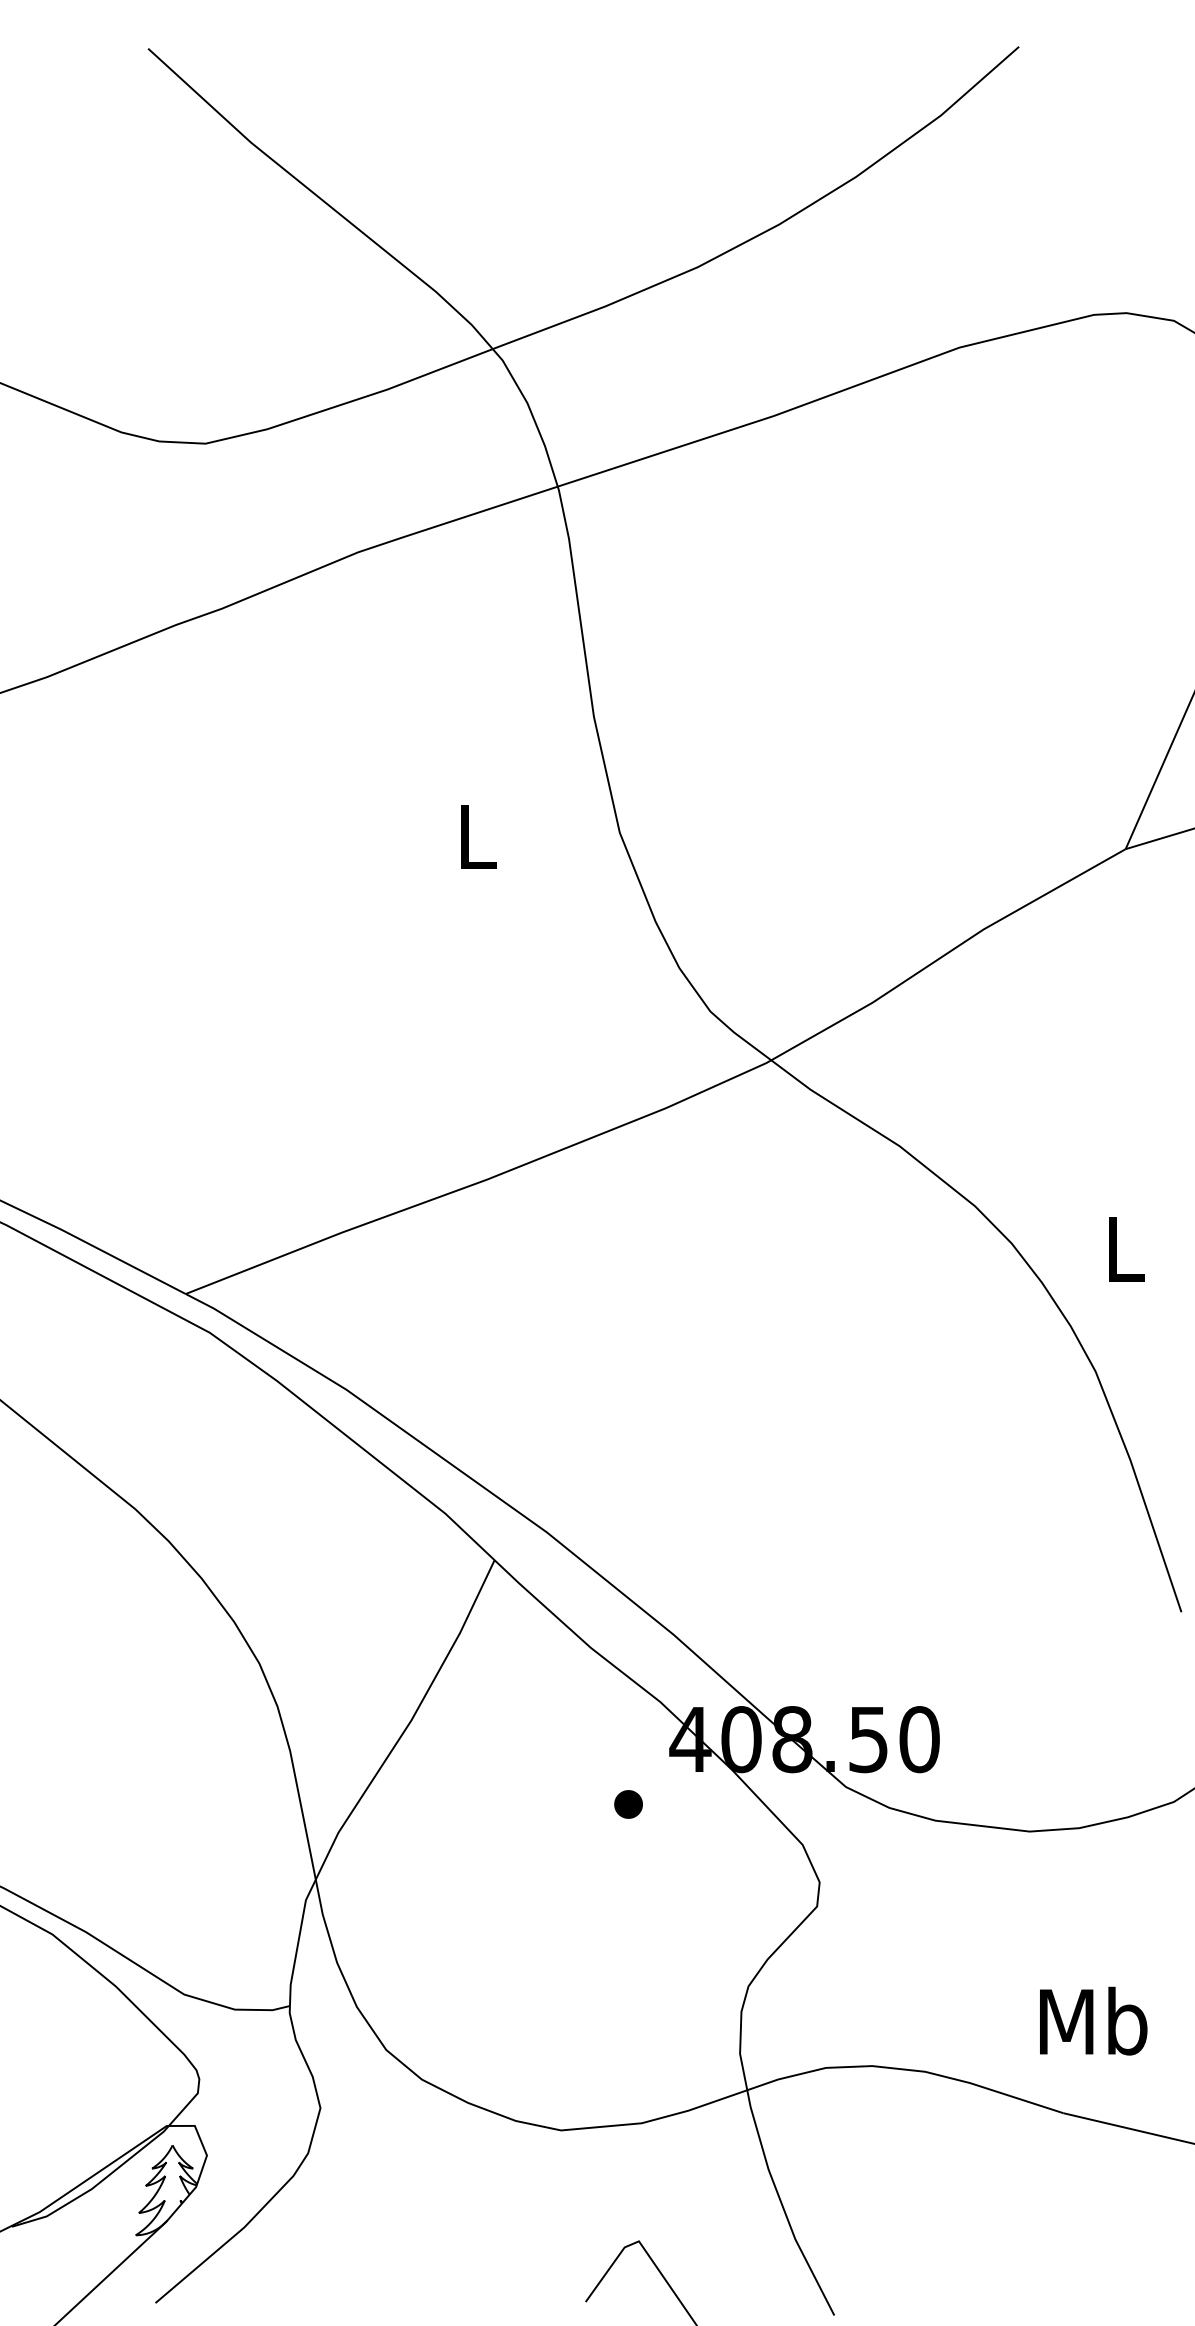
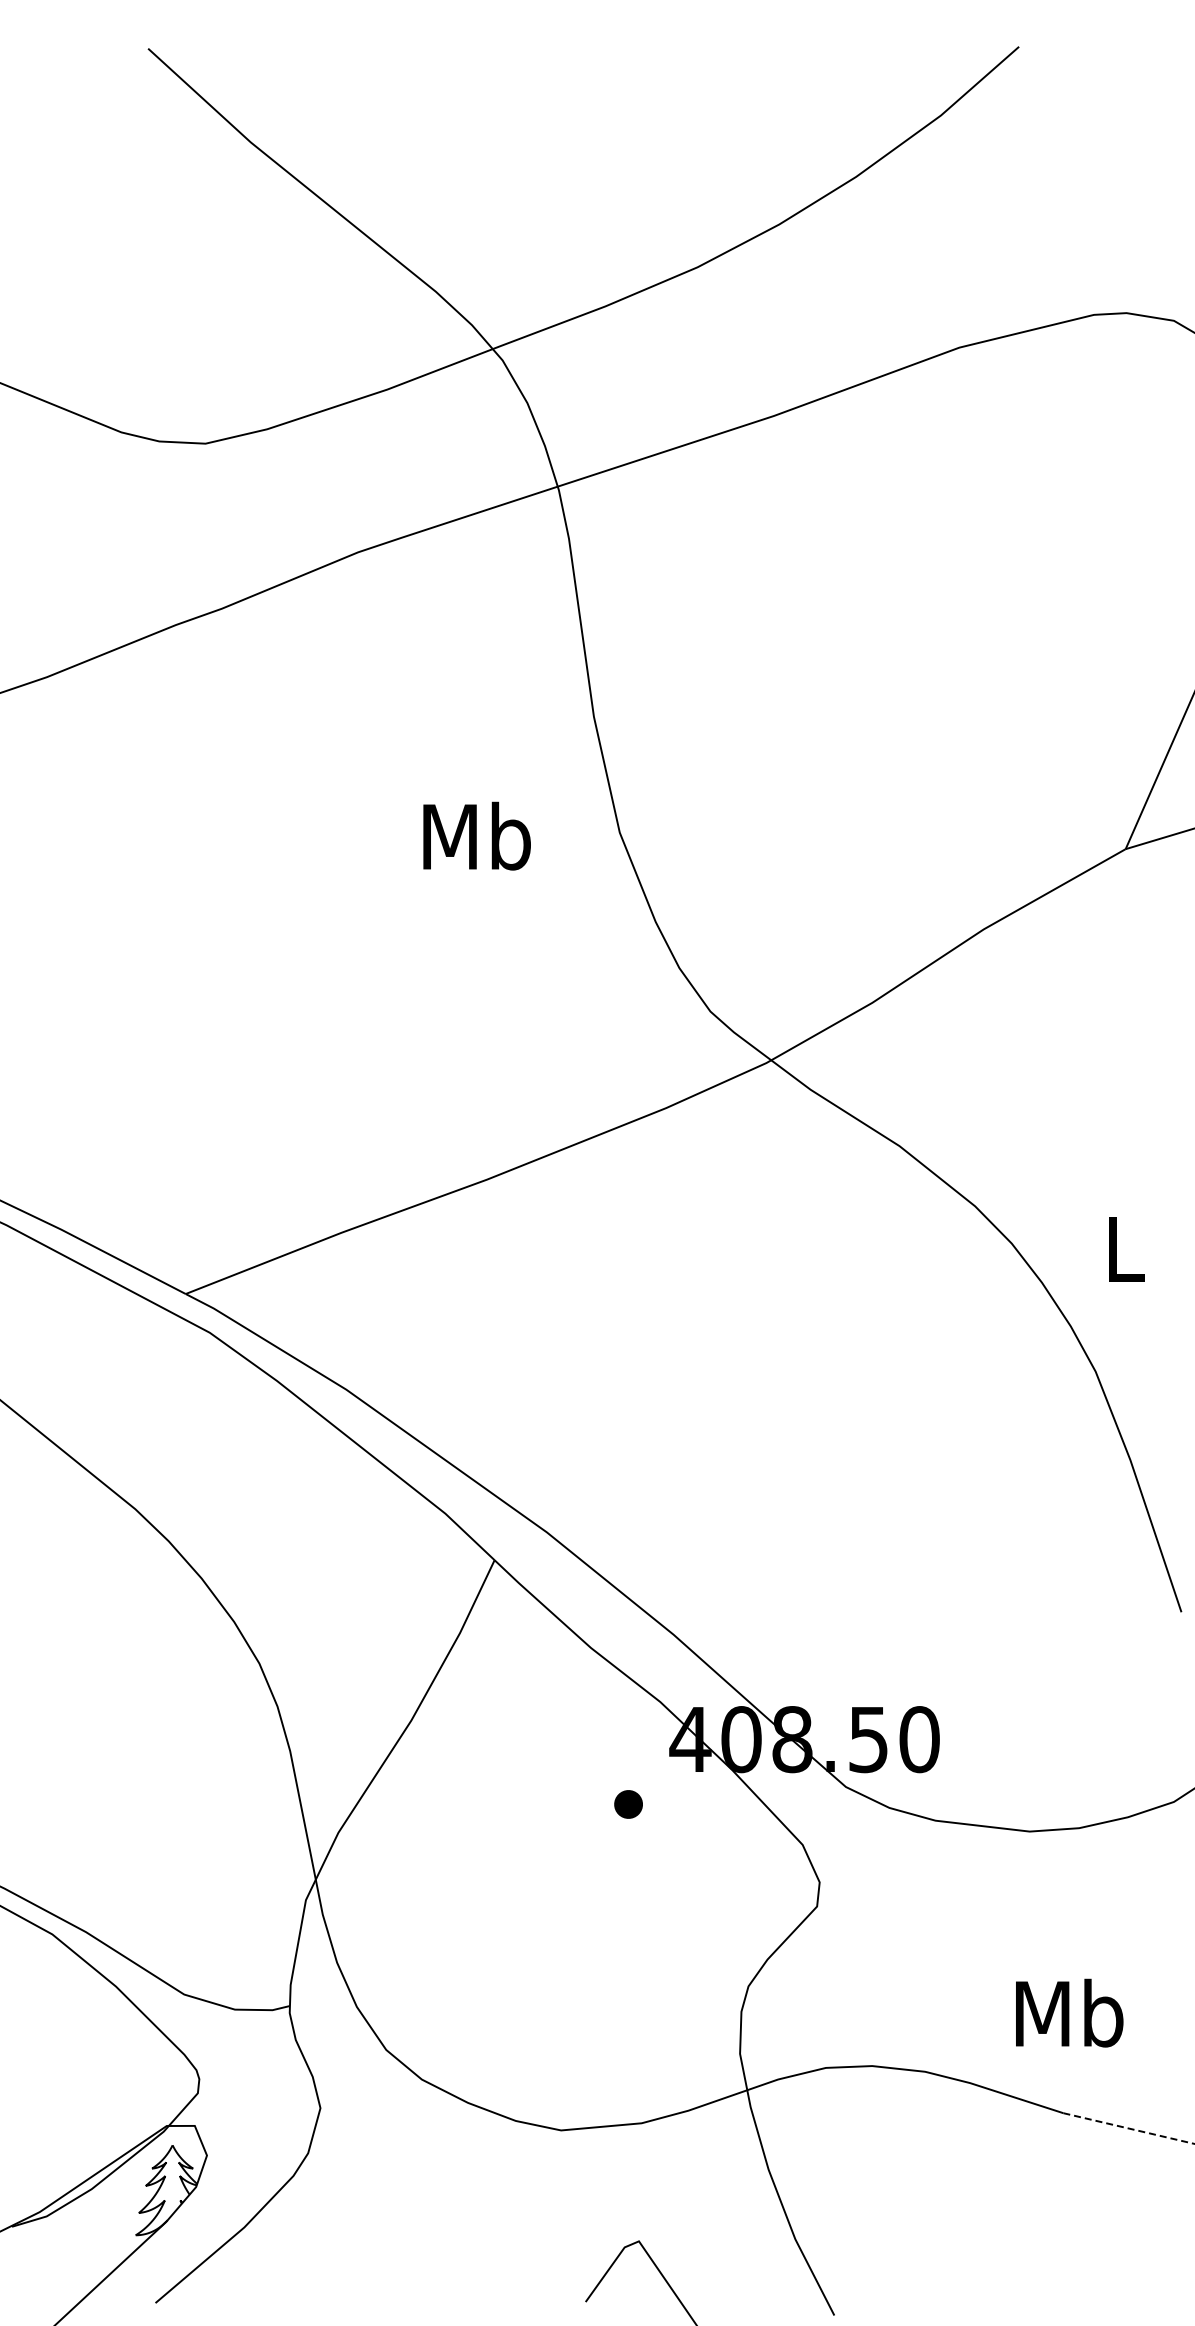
text at (476, 835): L -> Mb
text at (1093, 2020) position: (1093, 2020) -> (1069, 2012)
line at (1129, 2128): solid -> dashed
